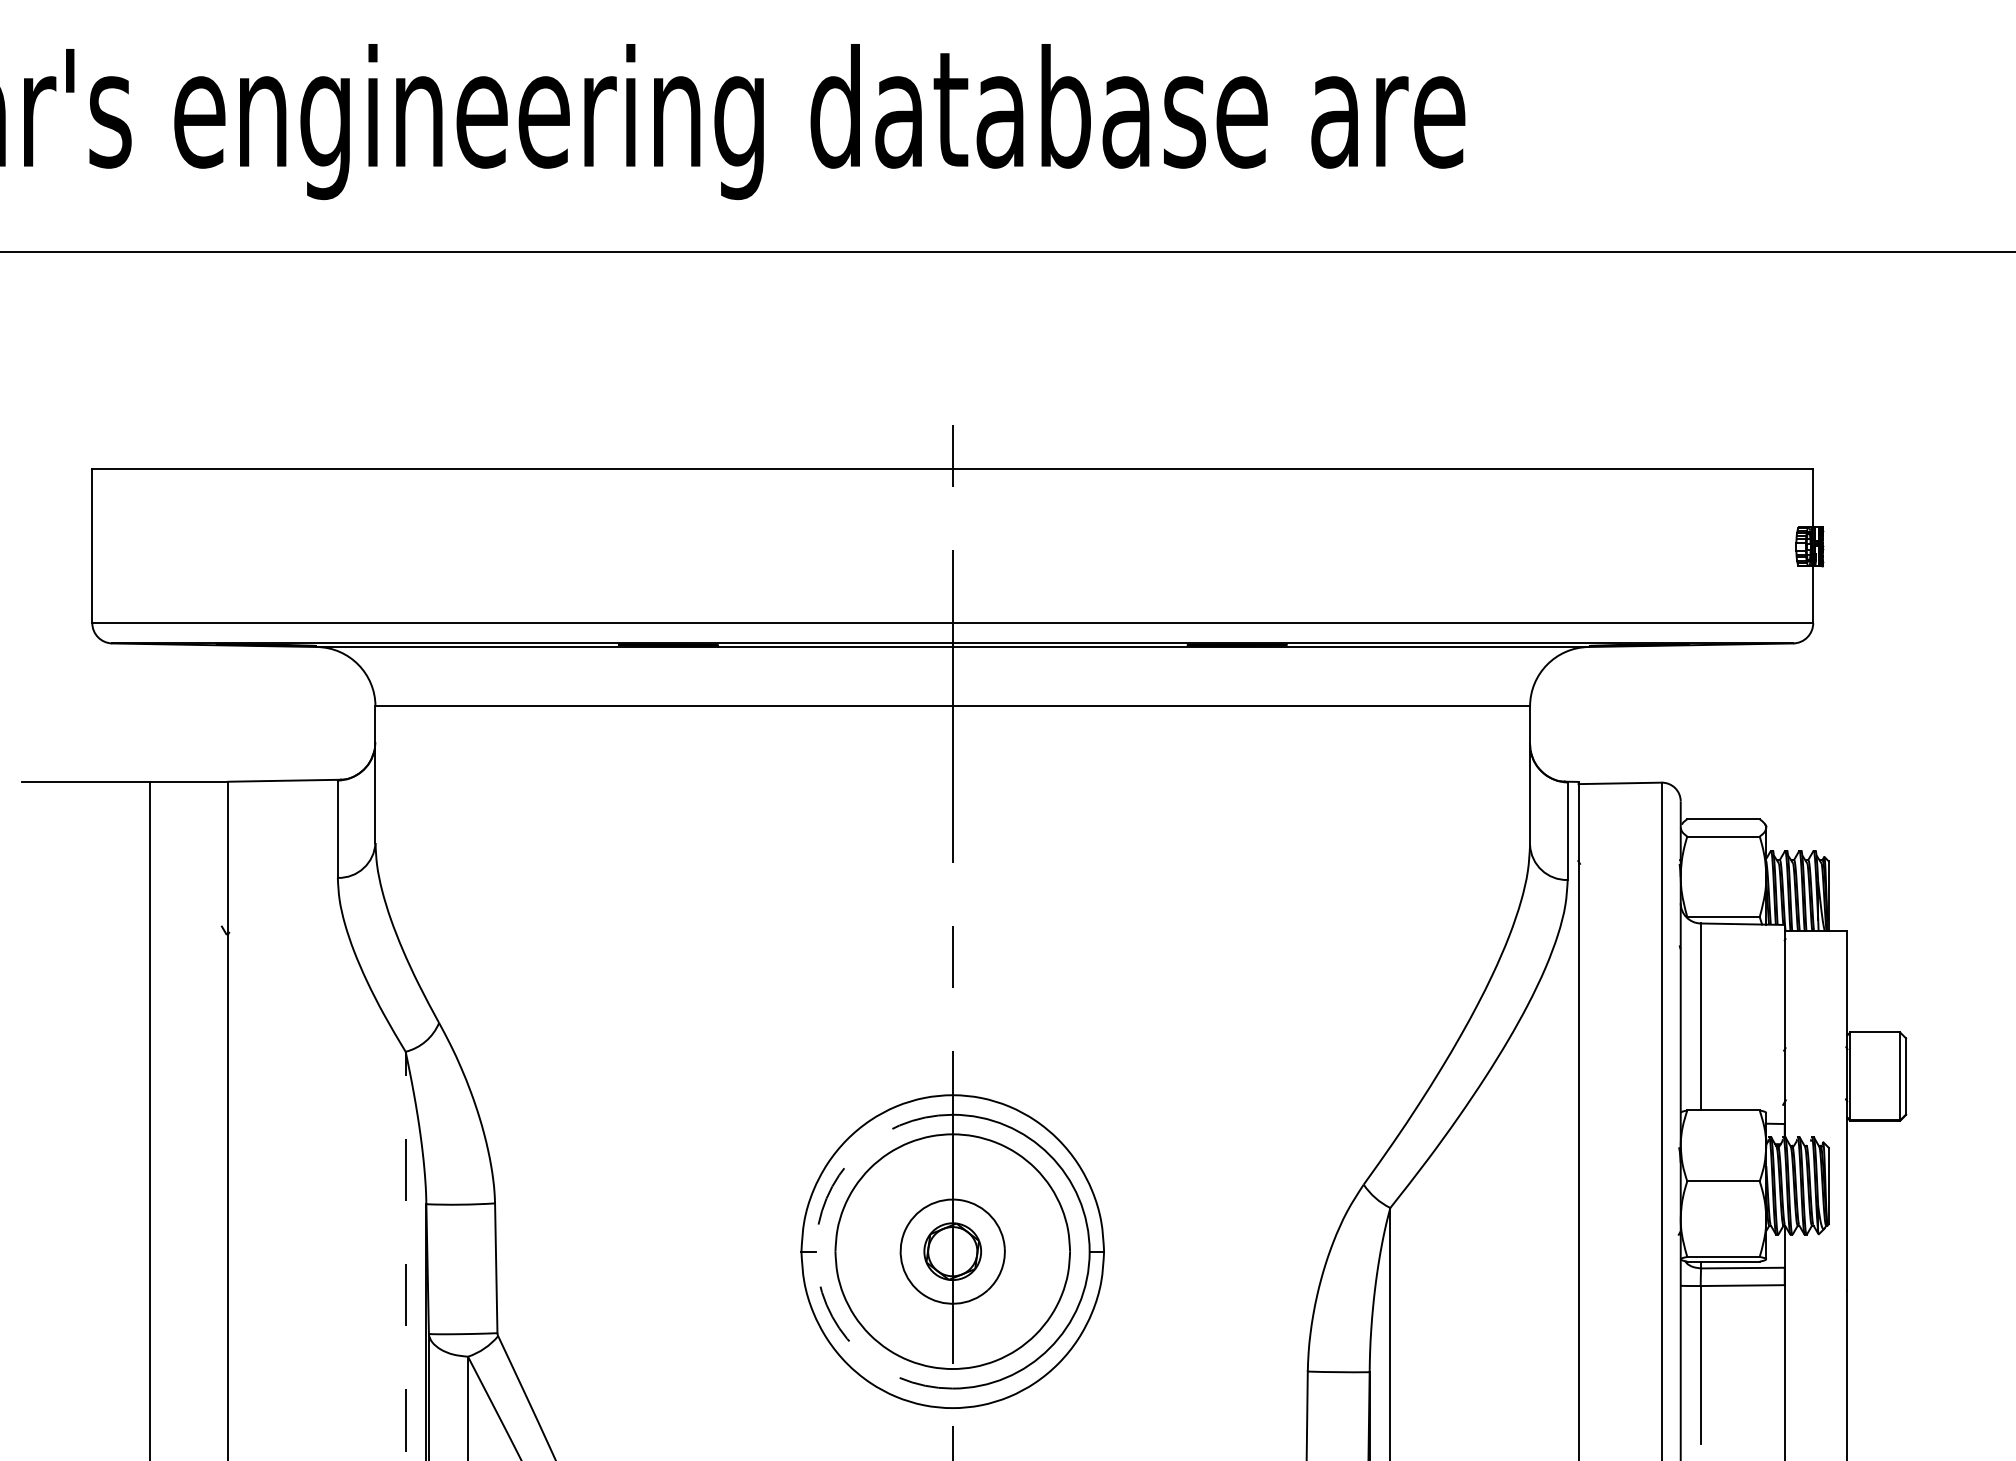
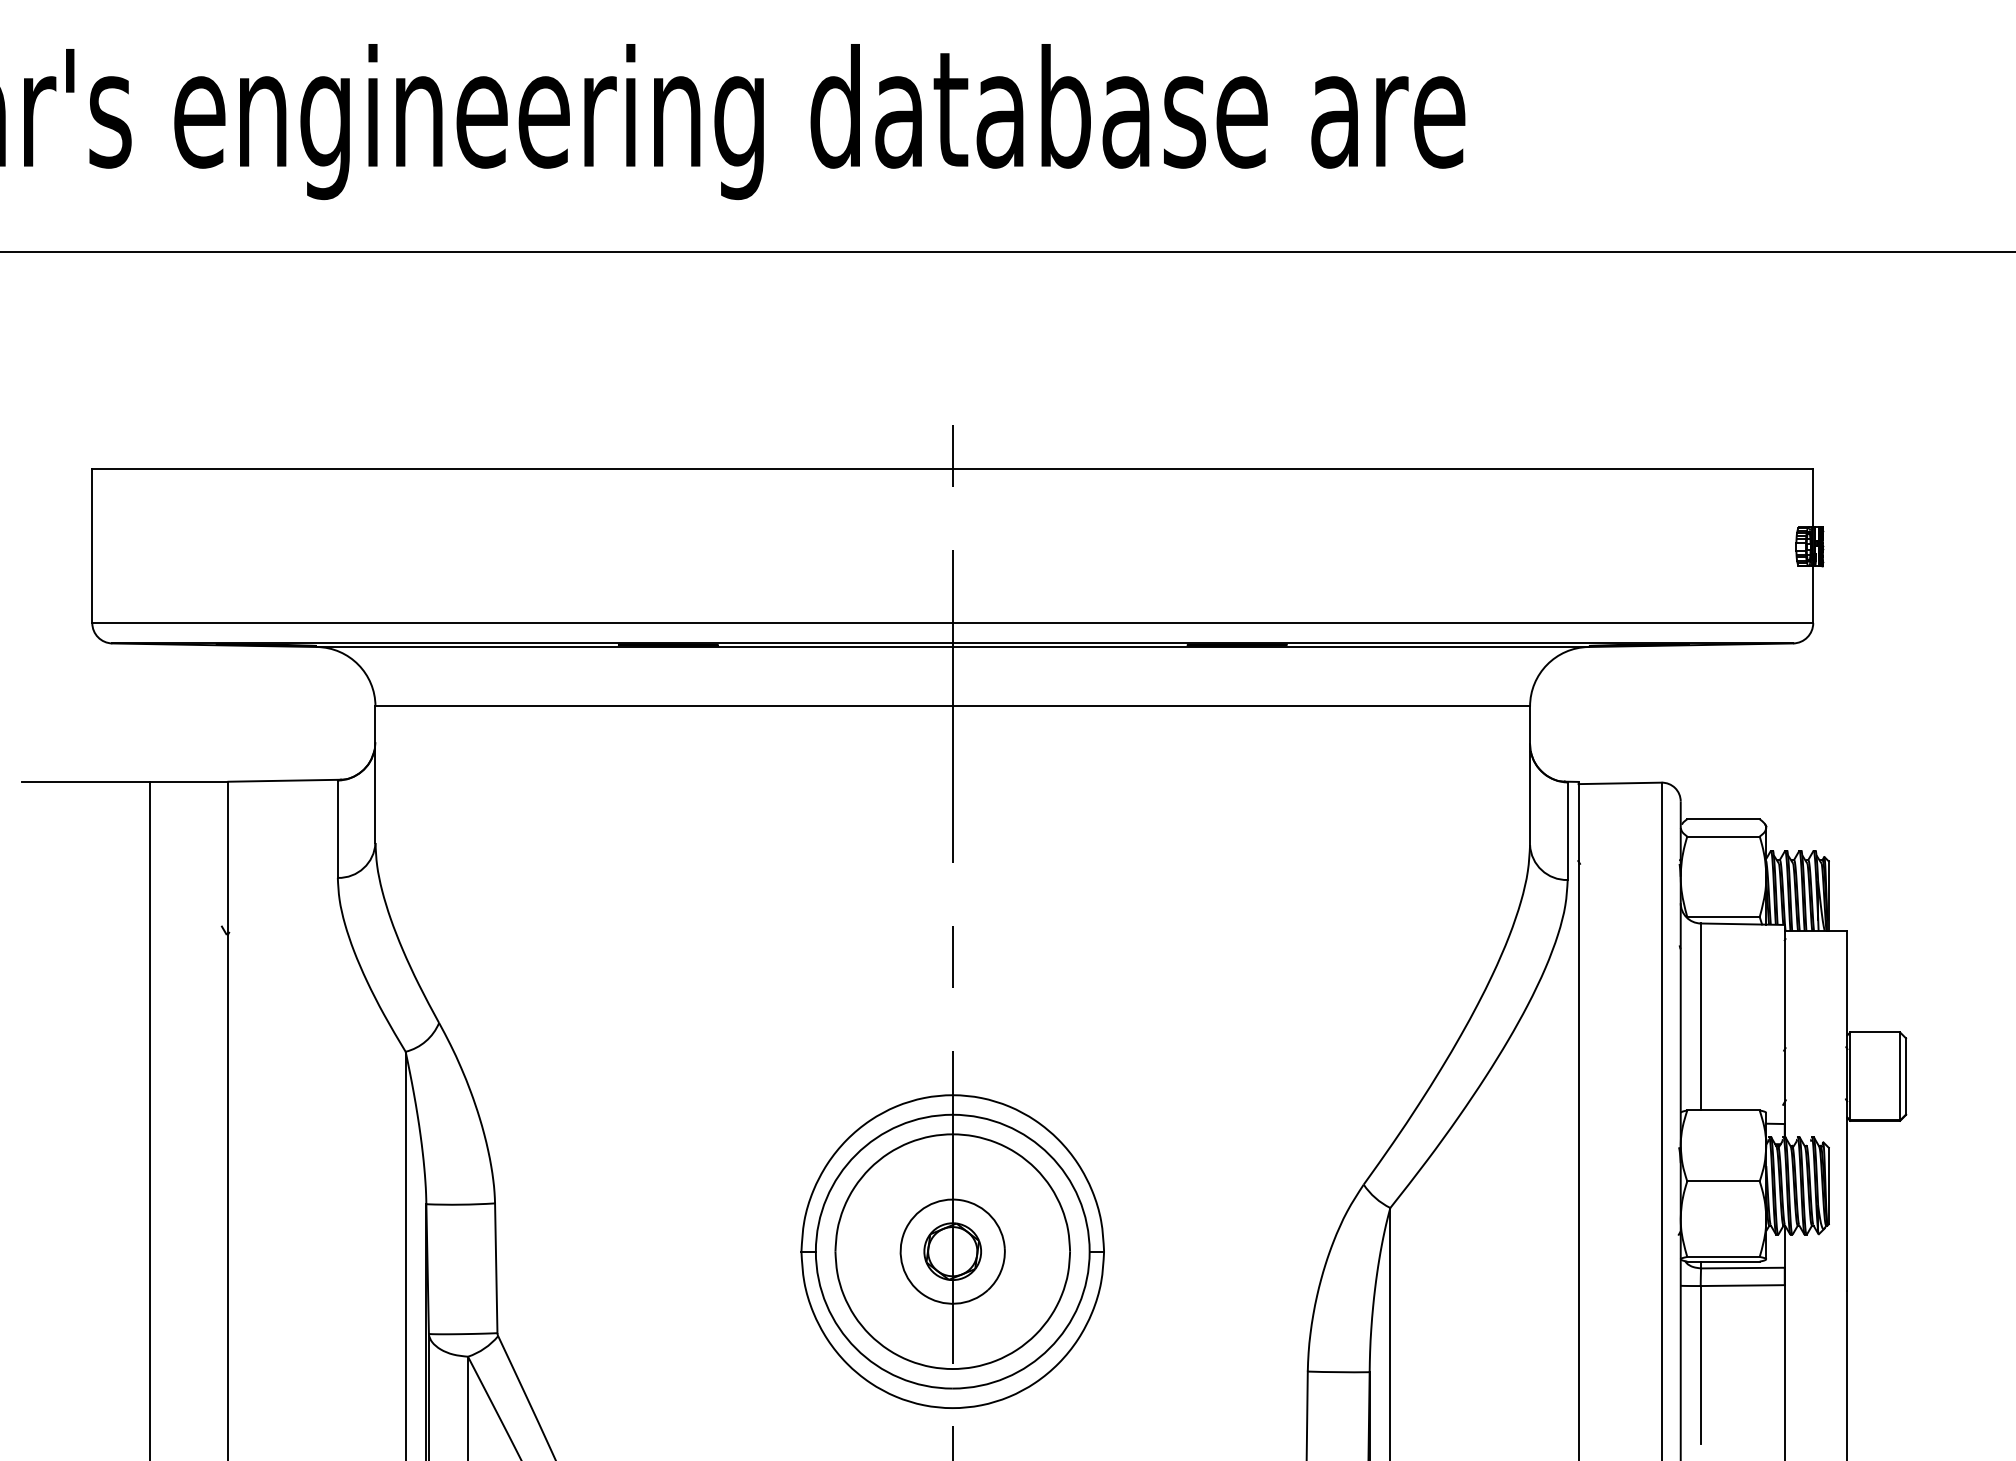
arc at (815, 1251): dashed -> solid
line at (405, 1255): dashed -> solid
